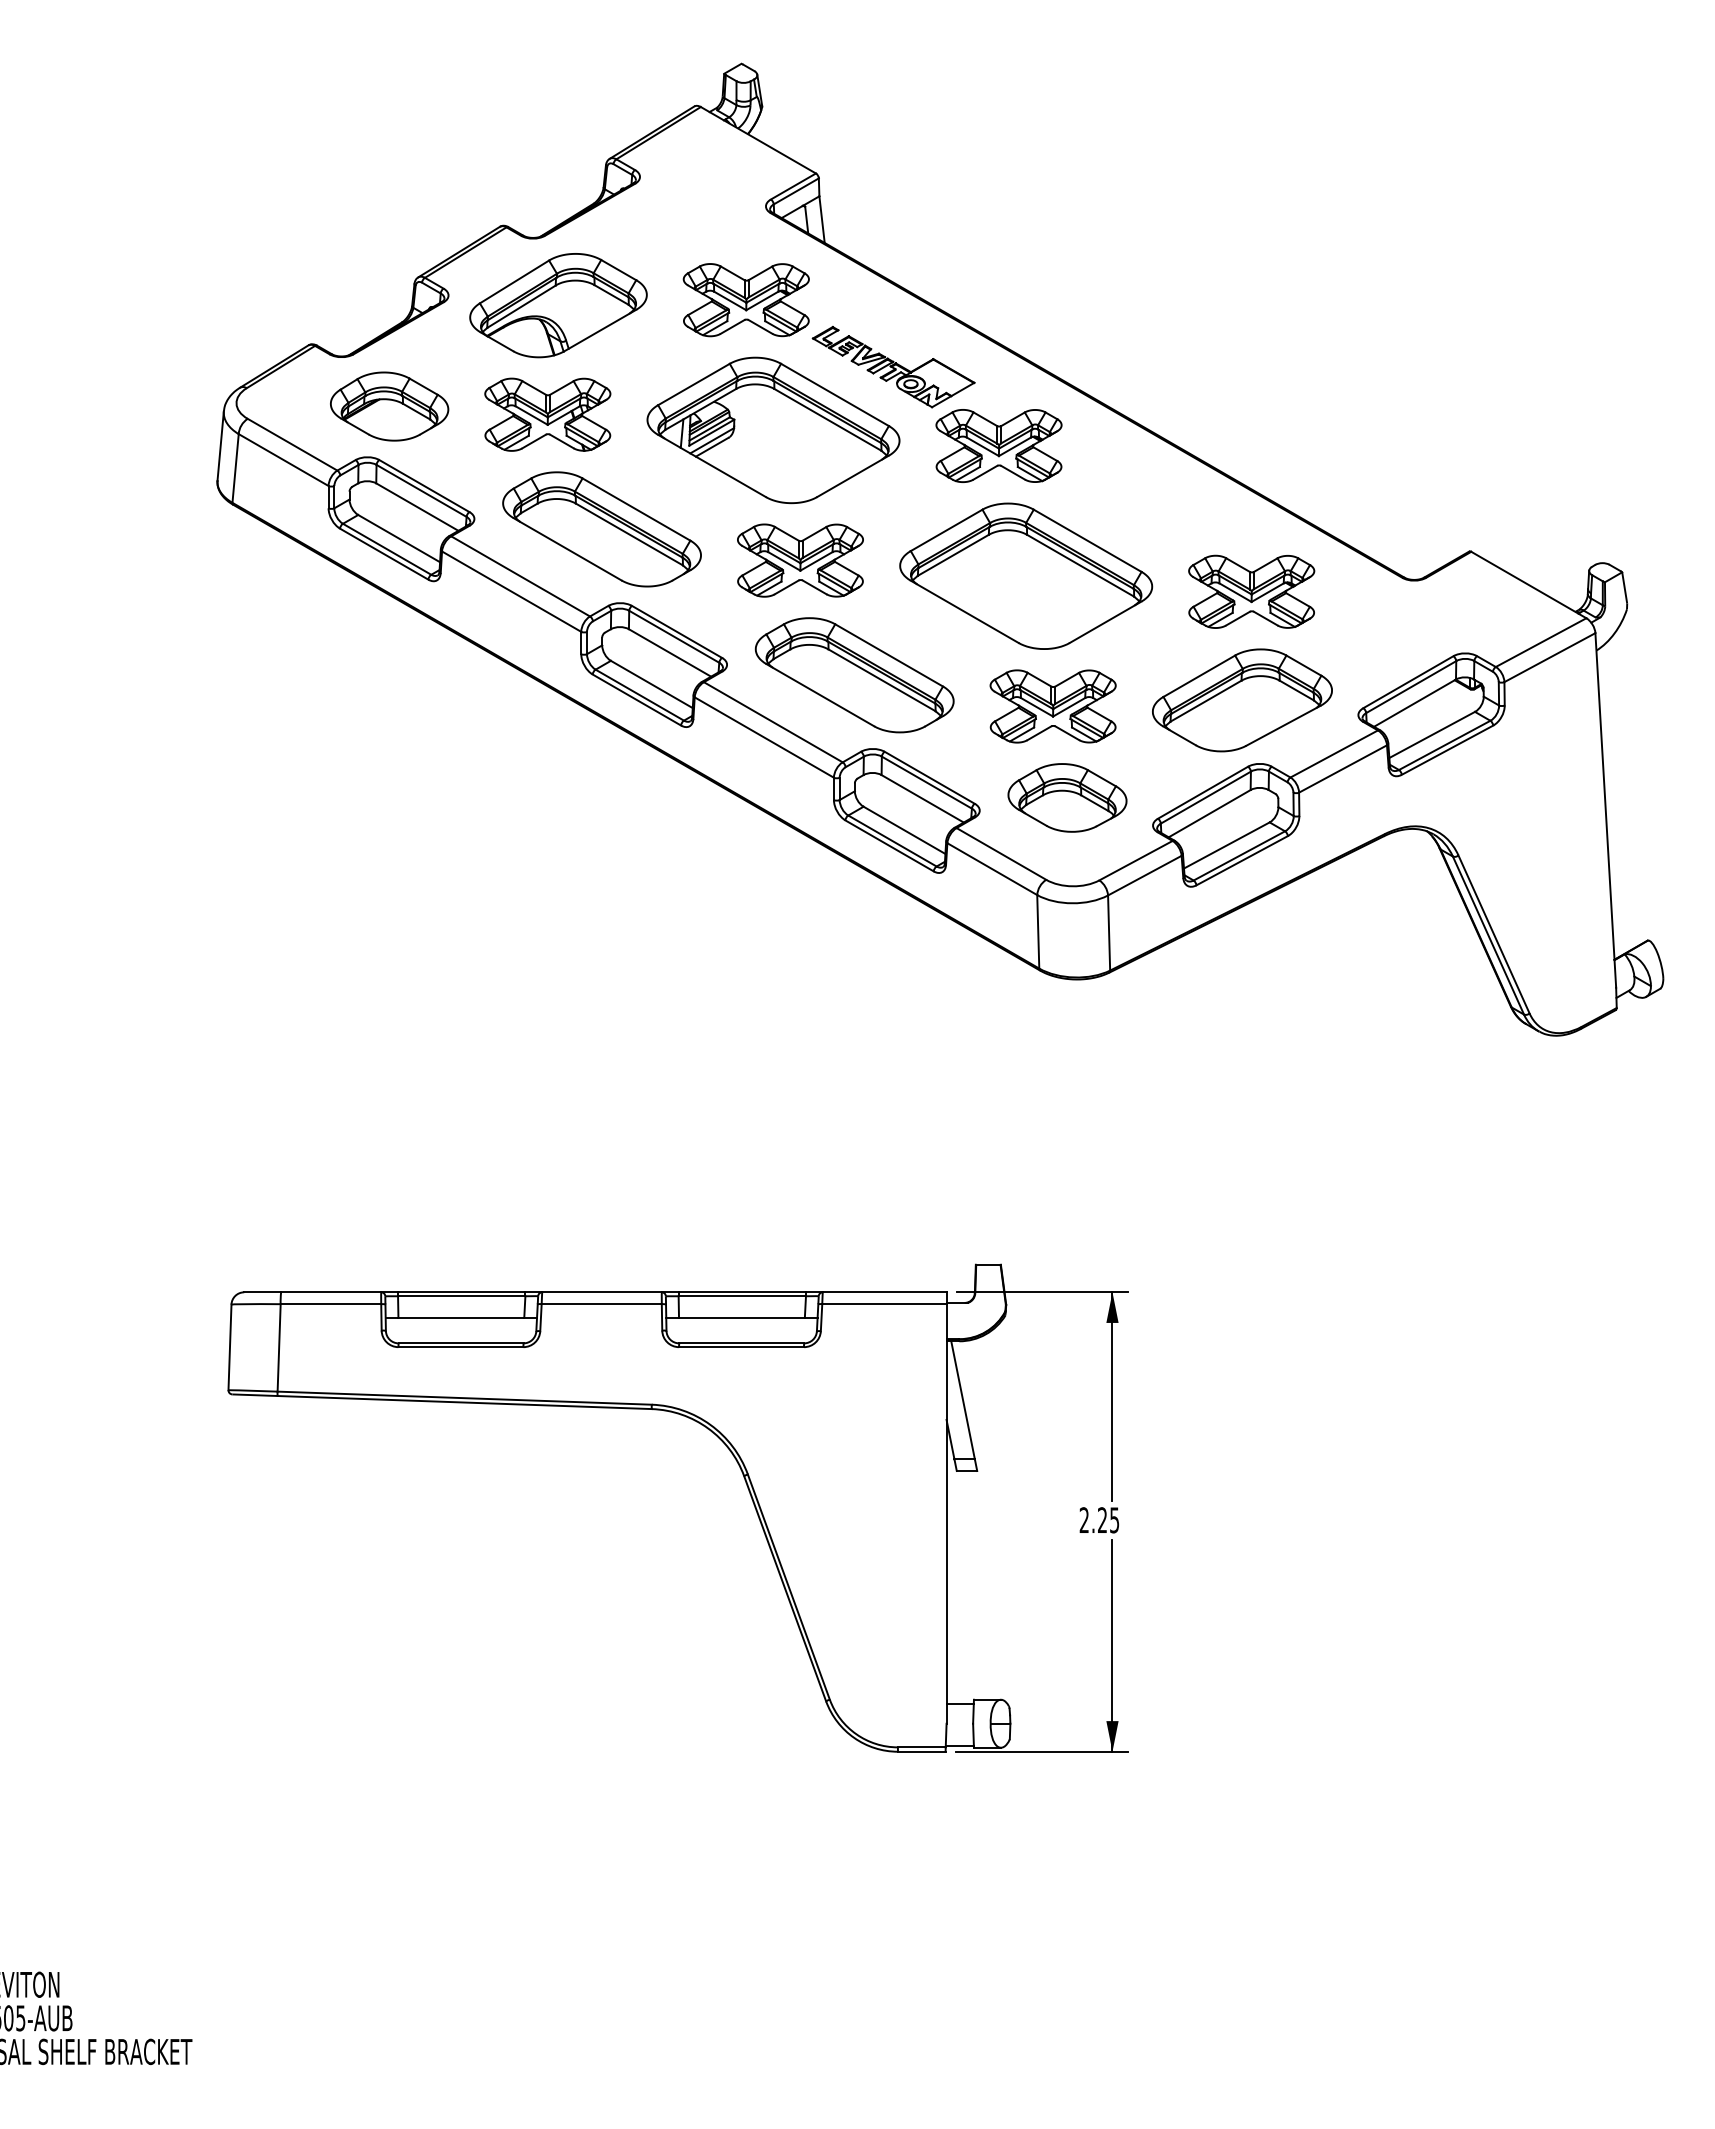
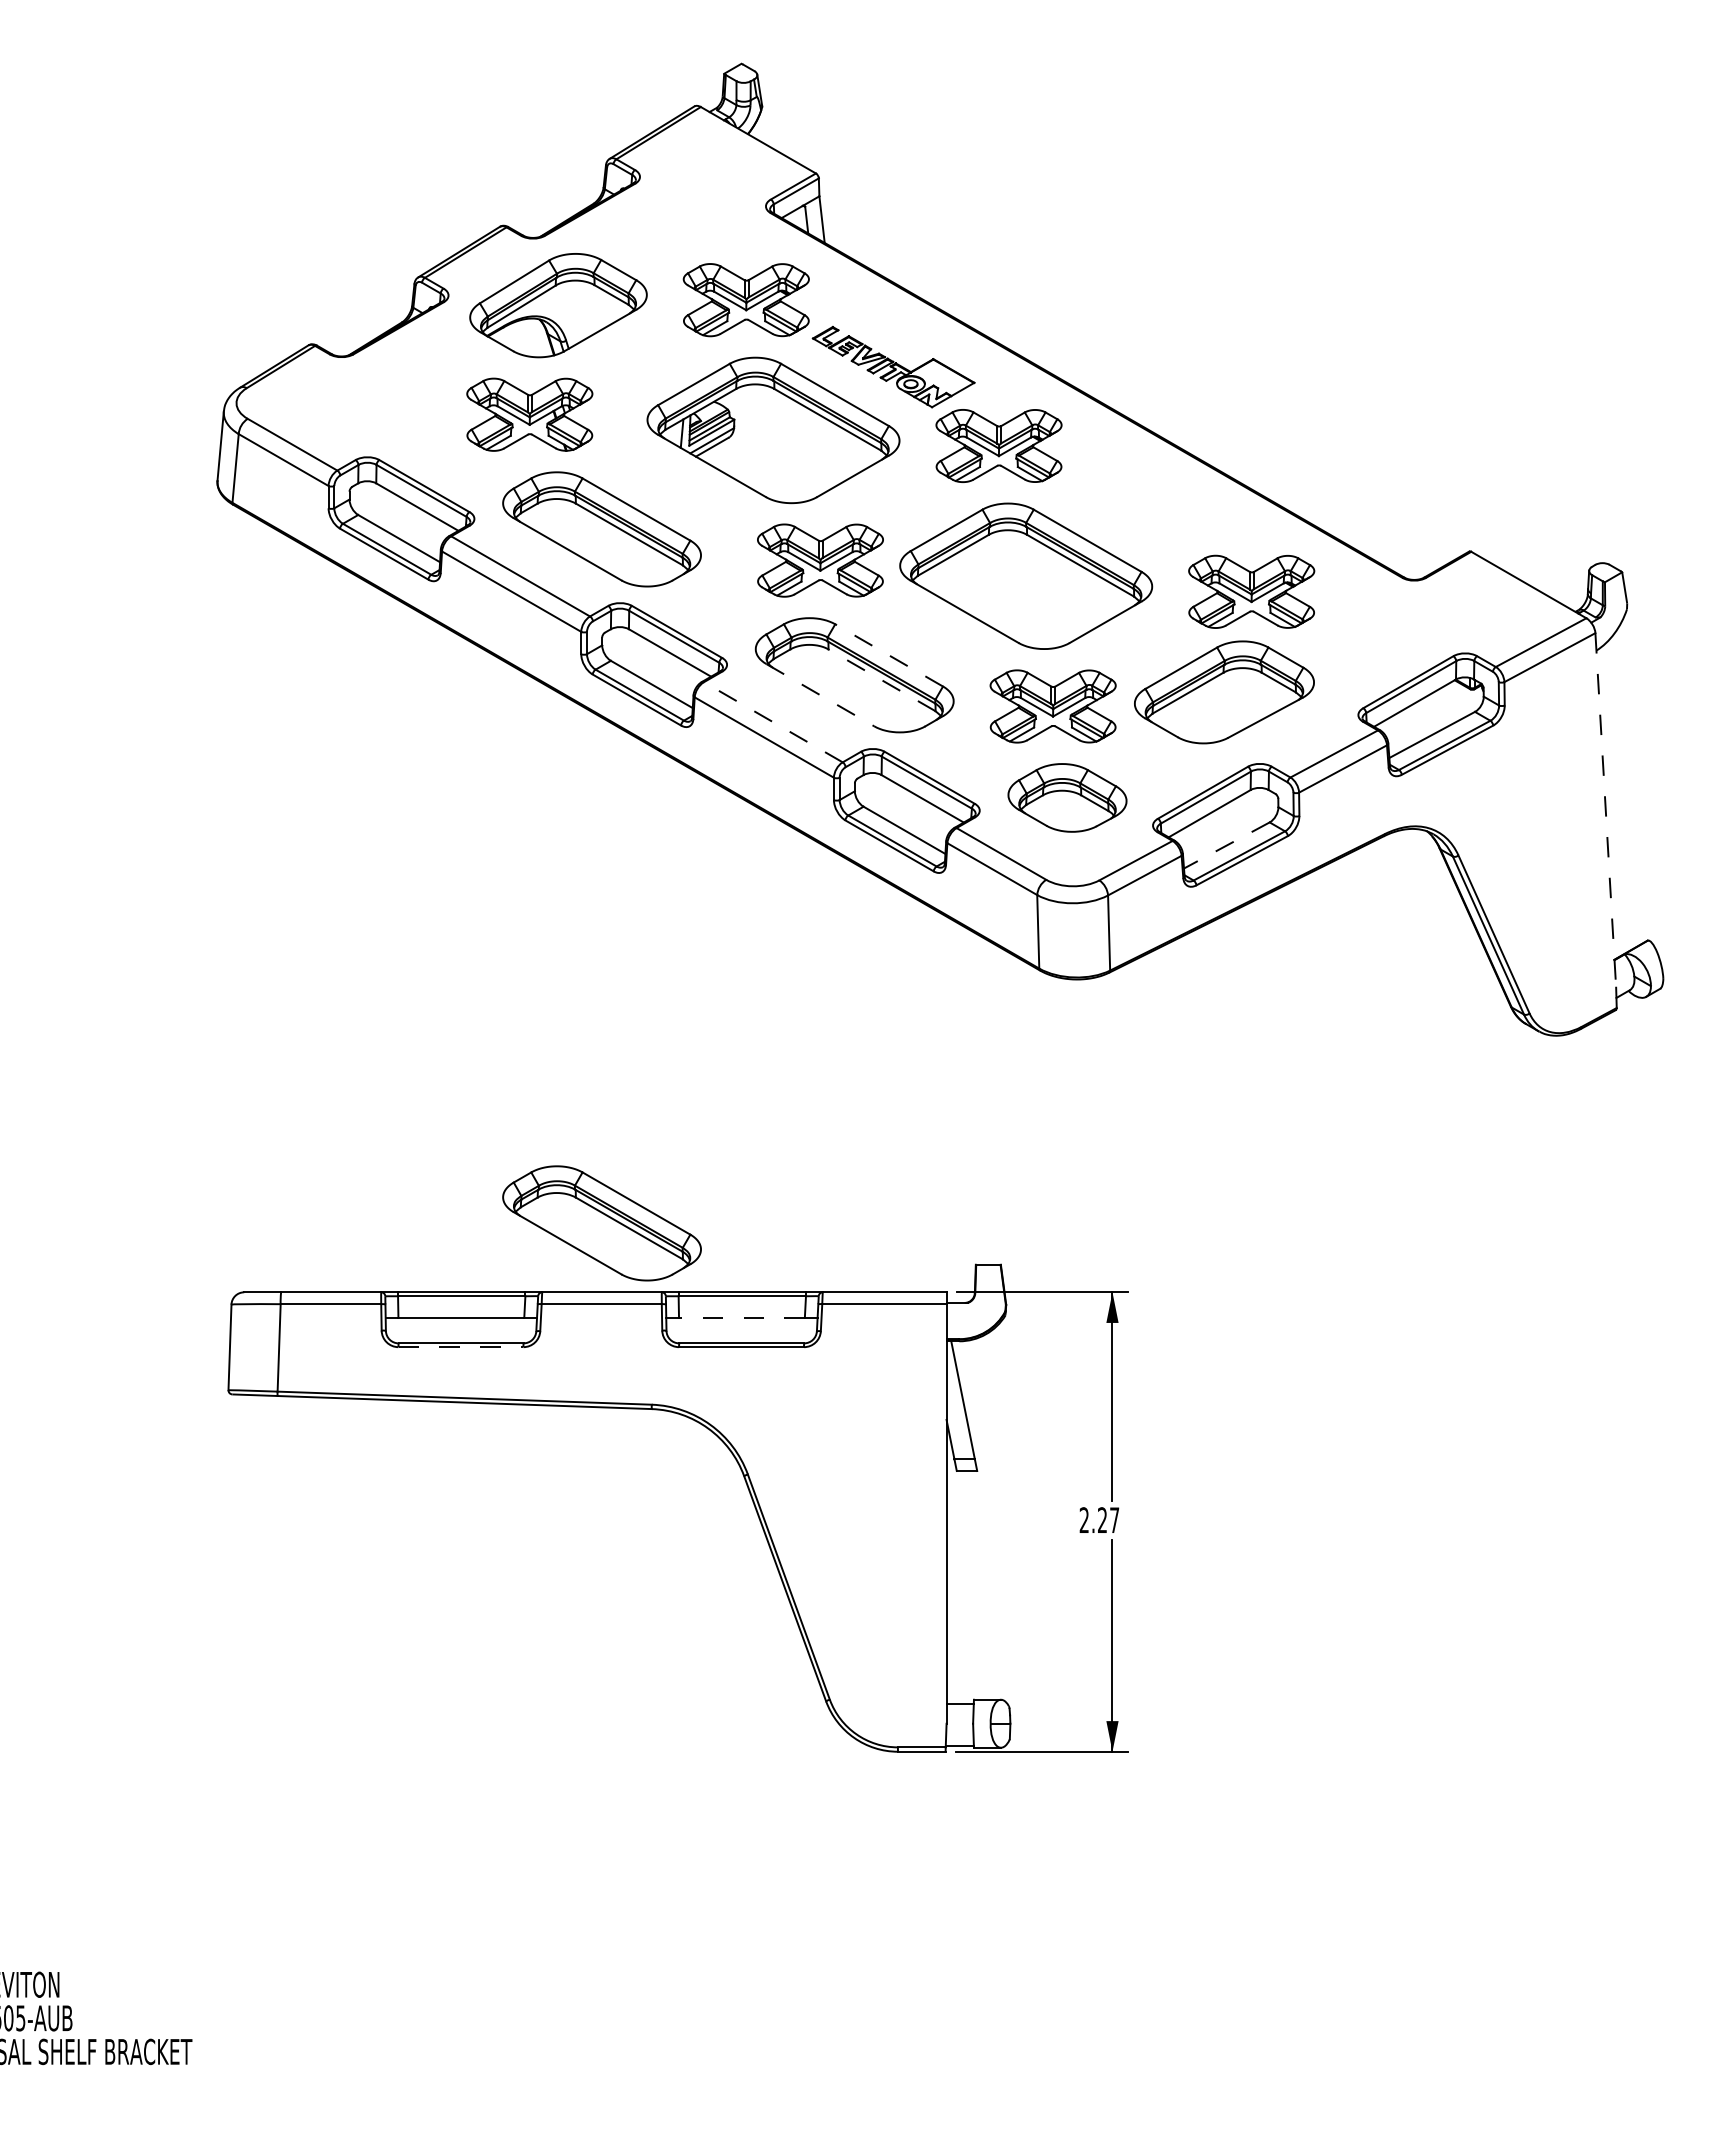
part at (389, 406): present -> none
part at (547, 414) position: (547, 414) -> (529, 414)
part at (800, 560) position: (800, 560) -> (820, 560)
line at (888, 655): solid -> dashed
line at (882, 680): solid -> dashed
line at (820, 695): solid -> dashed
part at (1242, 700) position: (1242, 700) -> (1224, 692)
line at (772, 722): solid -> dashed
line at (1605, 810): solid -> dashed
line at (1226, 845): solid -> dashed
part at (601, 1223): none -> present
line at (741, 1317): solid -> dashed
line at (461, 1347): solid -> dashed
text at (1114, 1520): 2.25 -> 2.27
